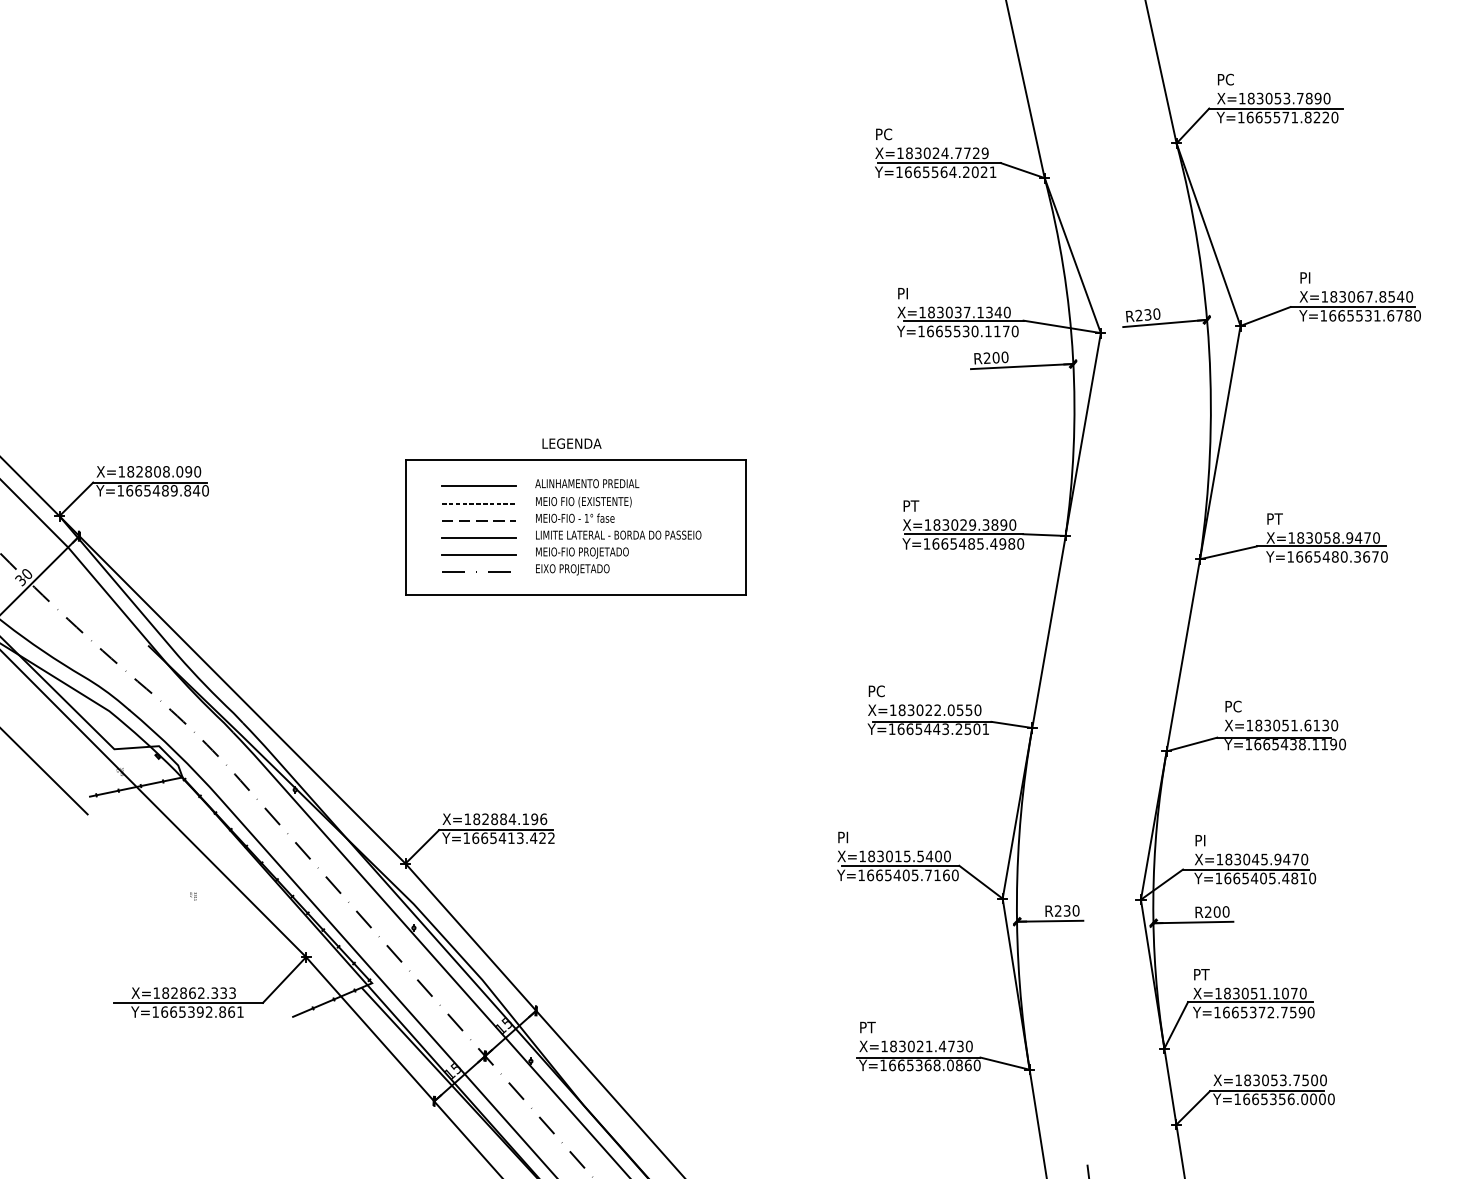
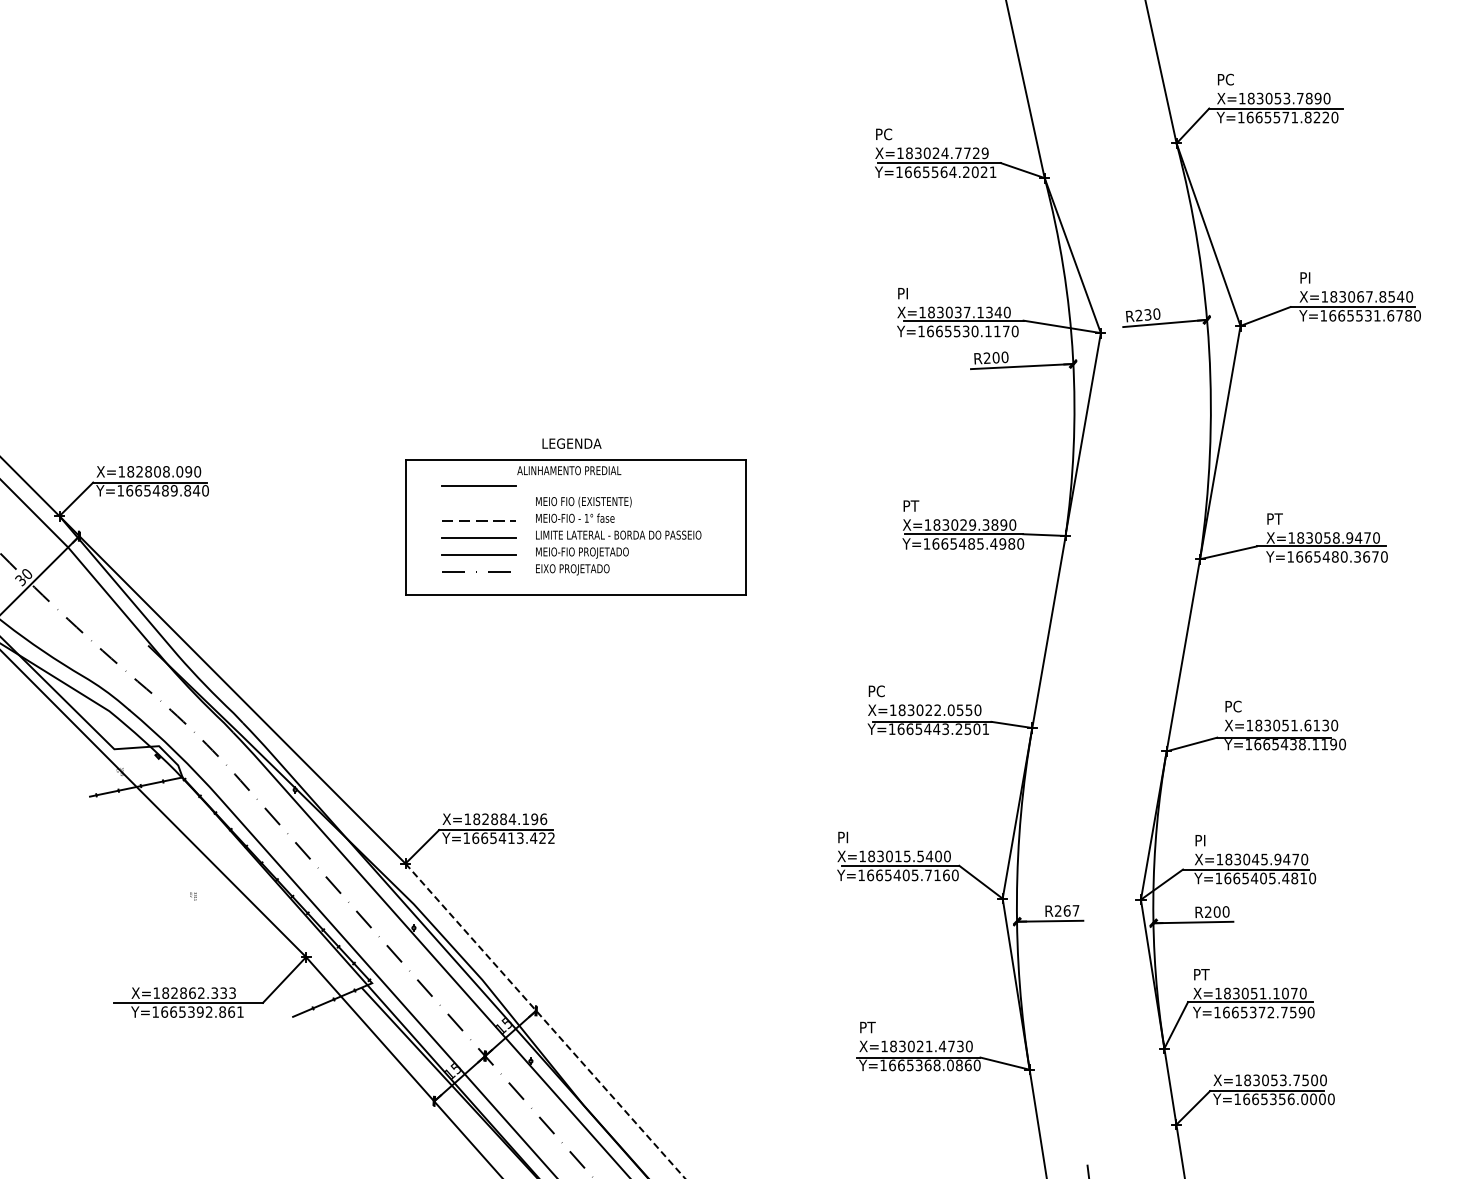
text at (587, 483) position: (587, 483) -> (569, 470)
line at (478, 504): present -> none
line at (44, 771): present -> none
text at (1071, 910): R230 -> R267
line at (545, 1021): solid -> dashed
